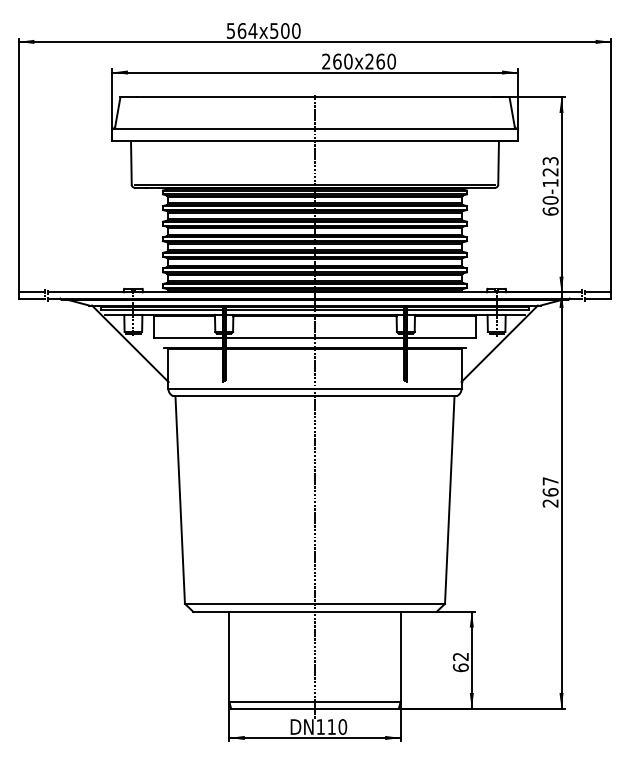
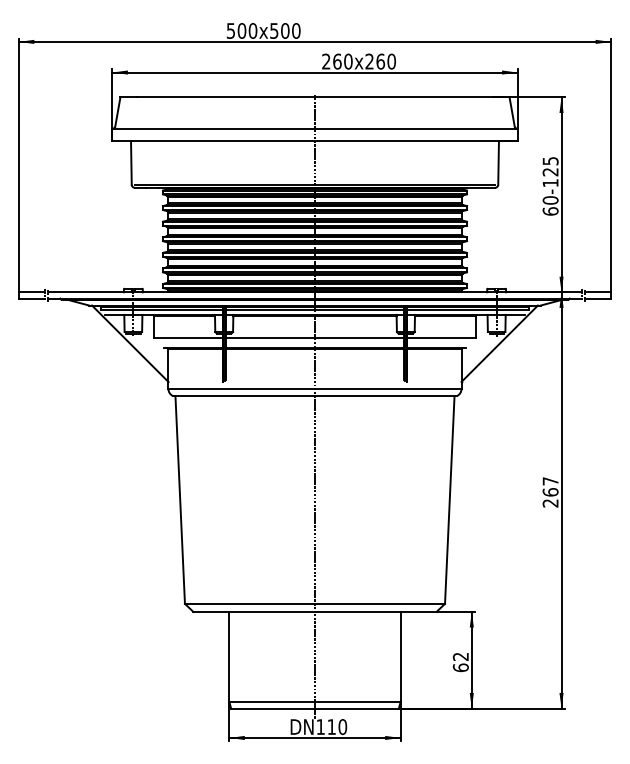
text at (247, 30): 564 -> 500
text at (549, 160): 123 -> 125
